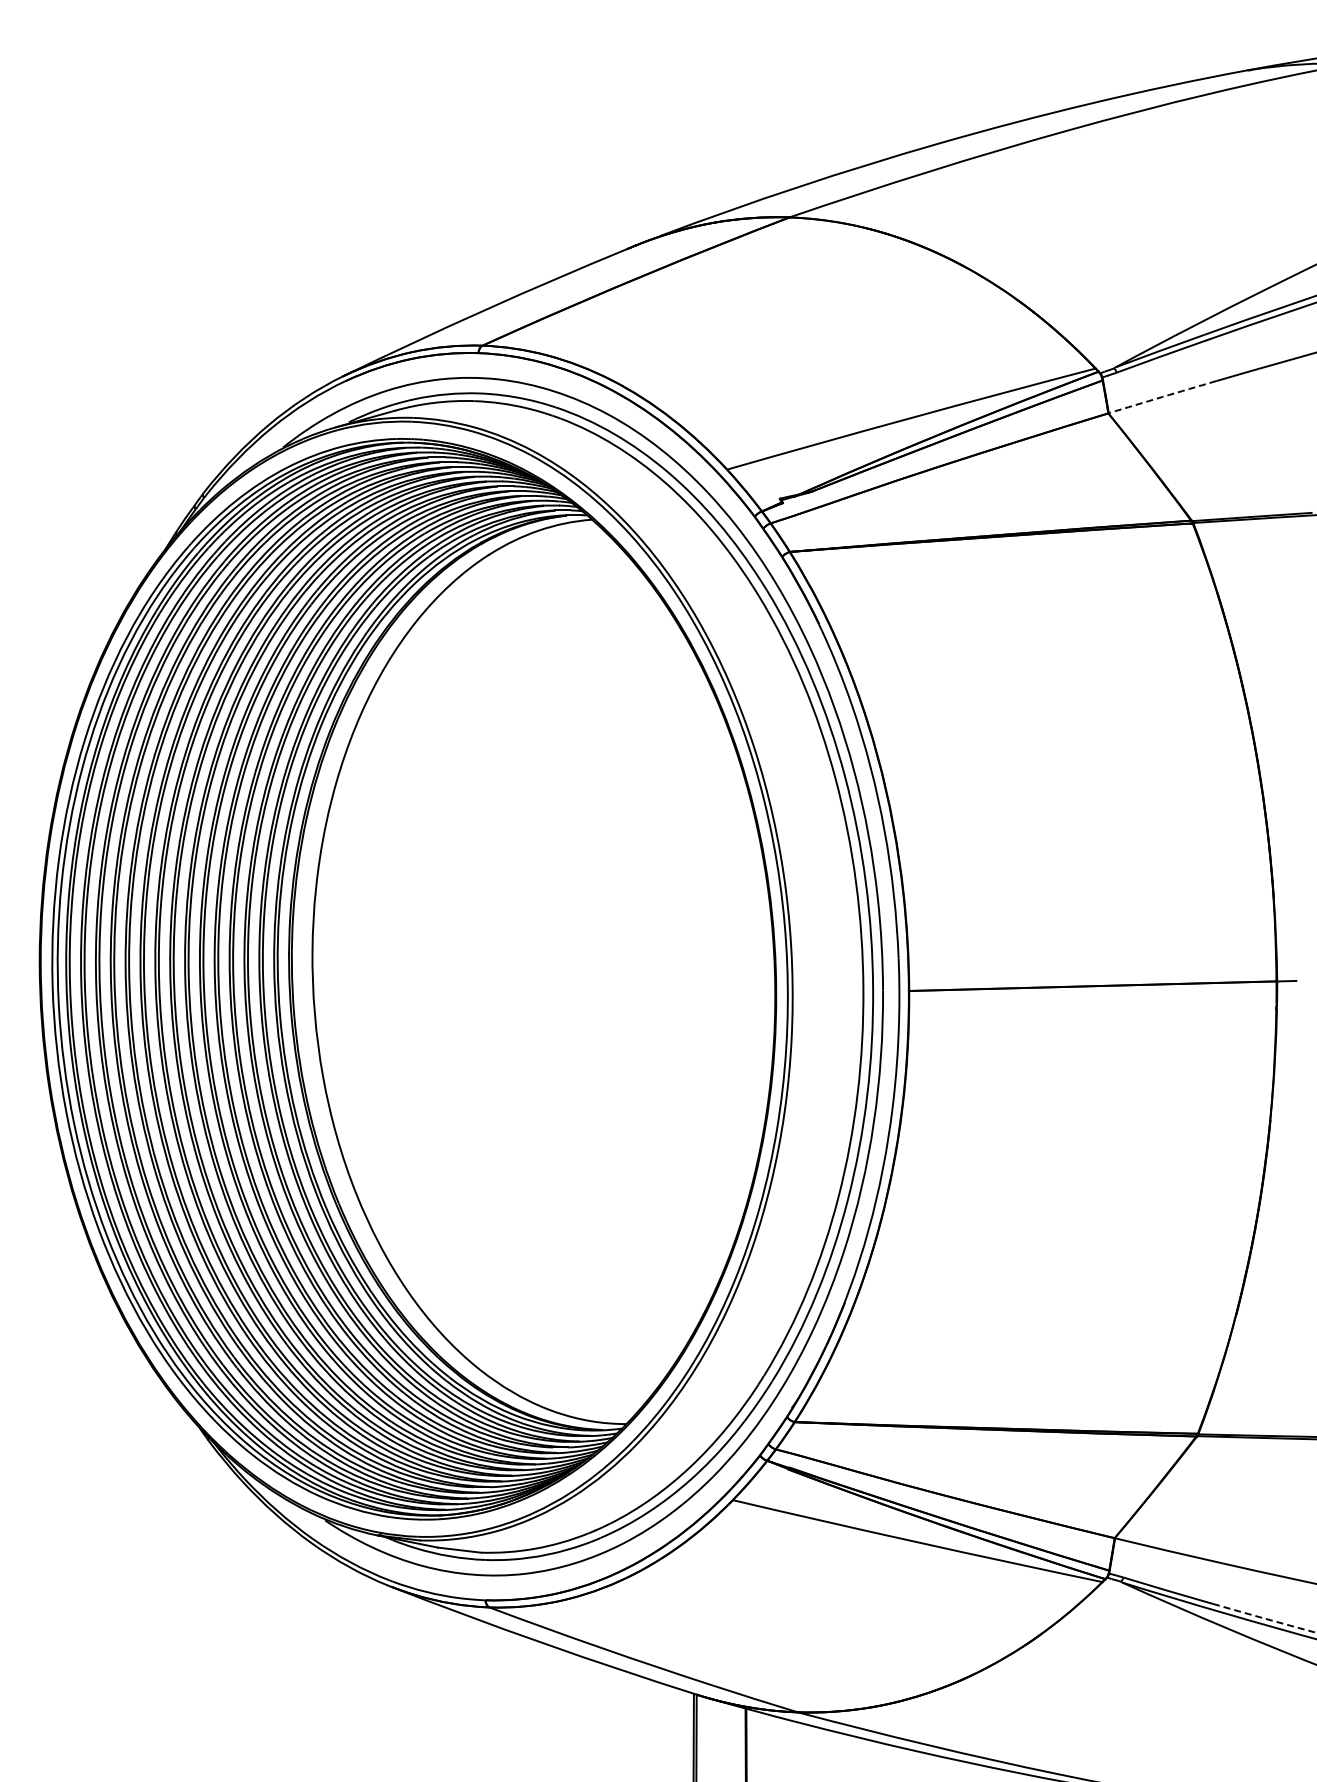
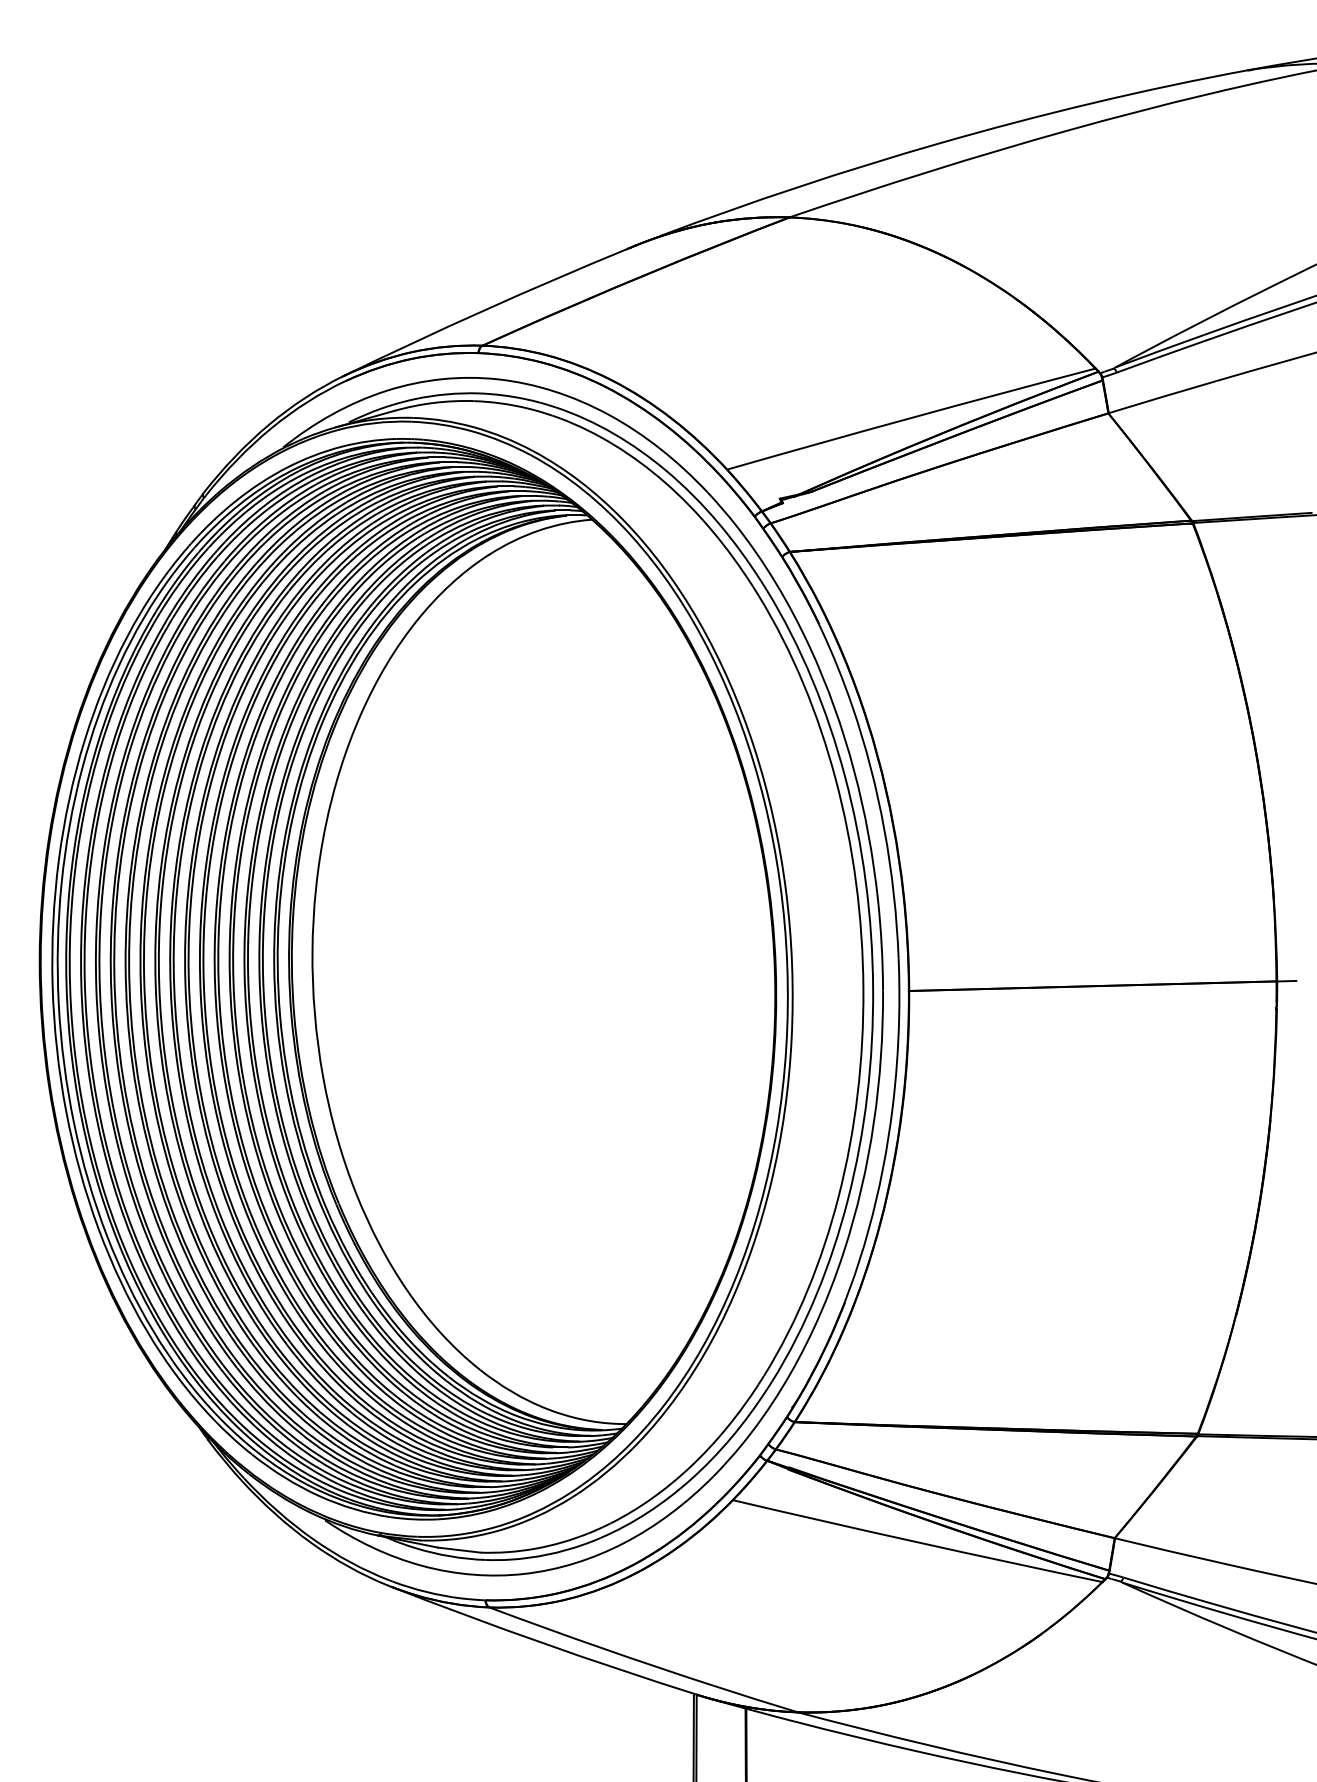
arc at (1162, 397): dashed -> solid
arc at (1264, 1618): dashed -> solid
